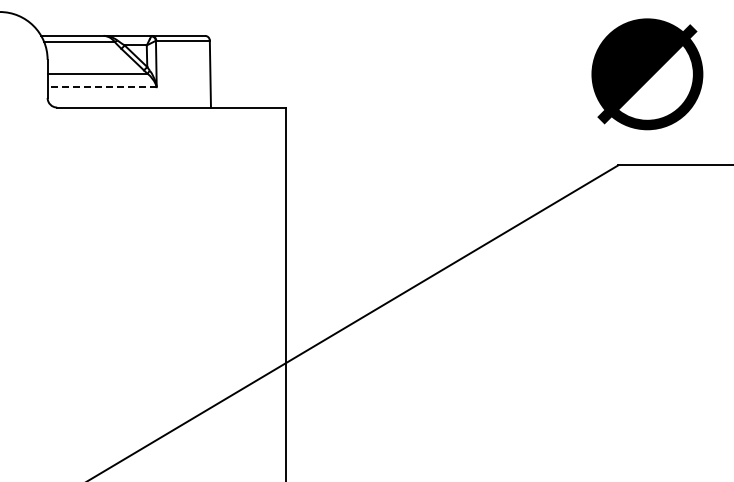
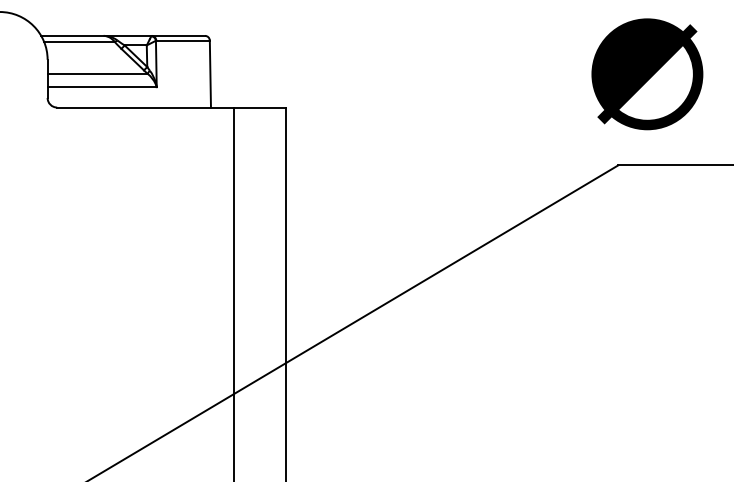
line at (102, 87): dashed -> solid
line at (233, 292): none -> present
